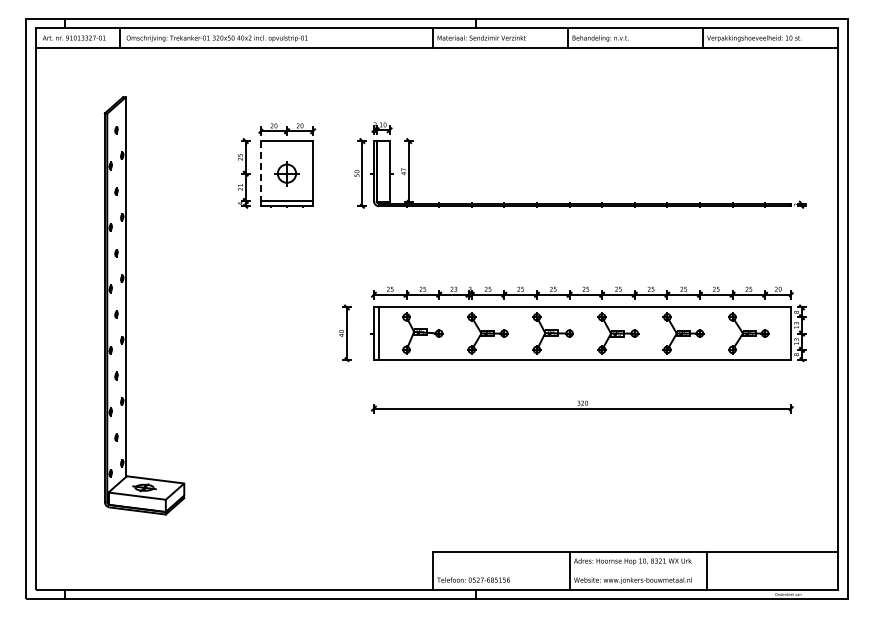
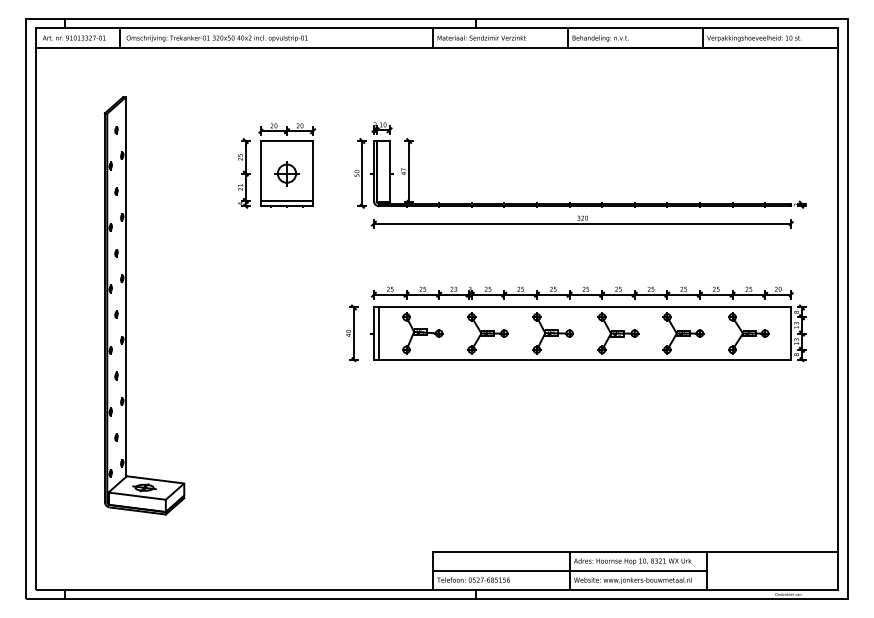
line at (260, 171): dashed -> solid
part at (345, 333) position: (345, 333) -> (352, 333)
part at (581, 406) position: (581, 406) -> (581, 221)
line at (569, 570): none -> present
